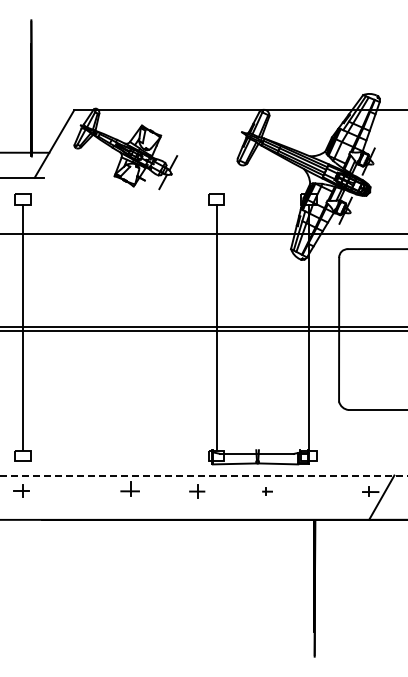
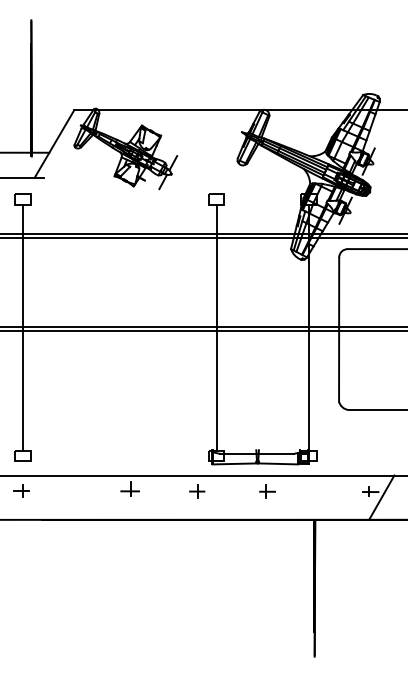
line at (203, 238): none -> present
line at (203, 475): dashed -> solid
part at (267, 491) size: 11x9 px -> 17x15 px
